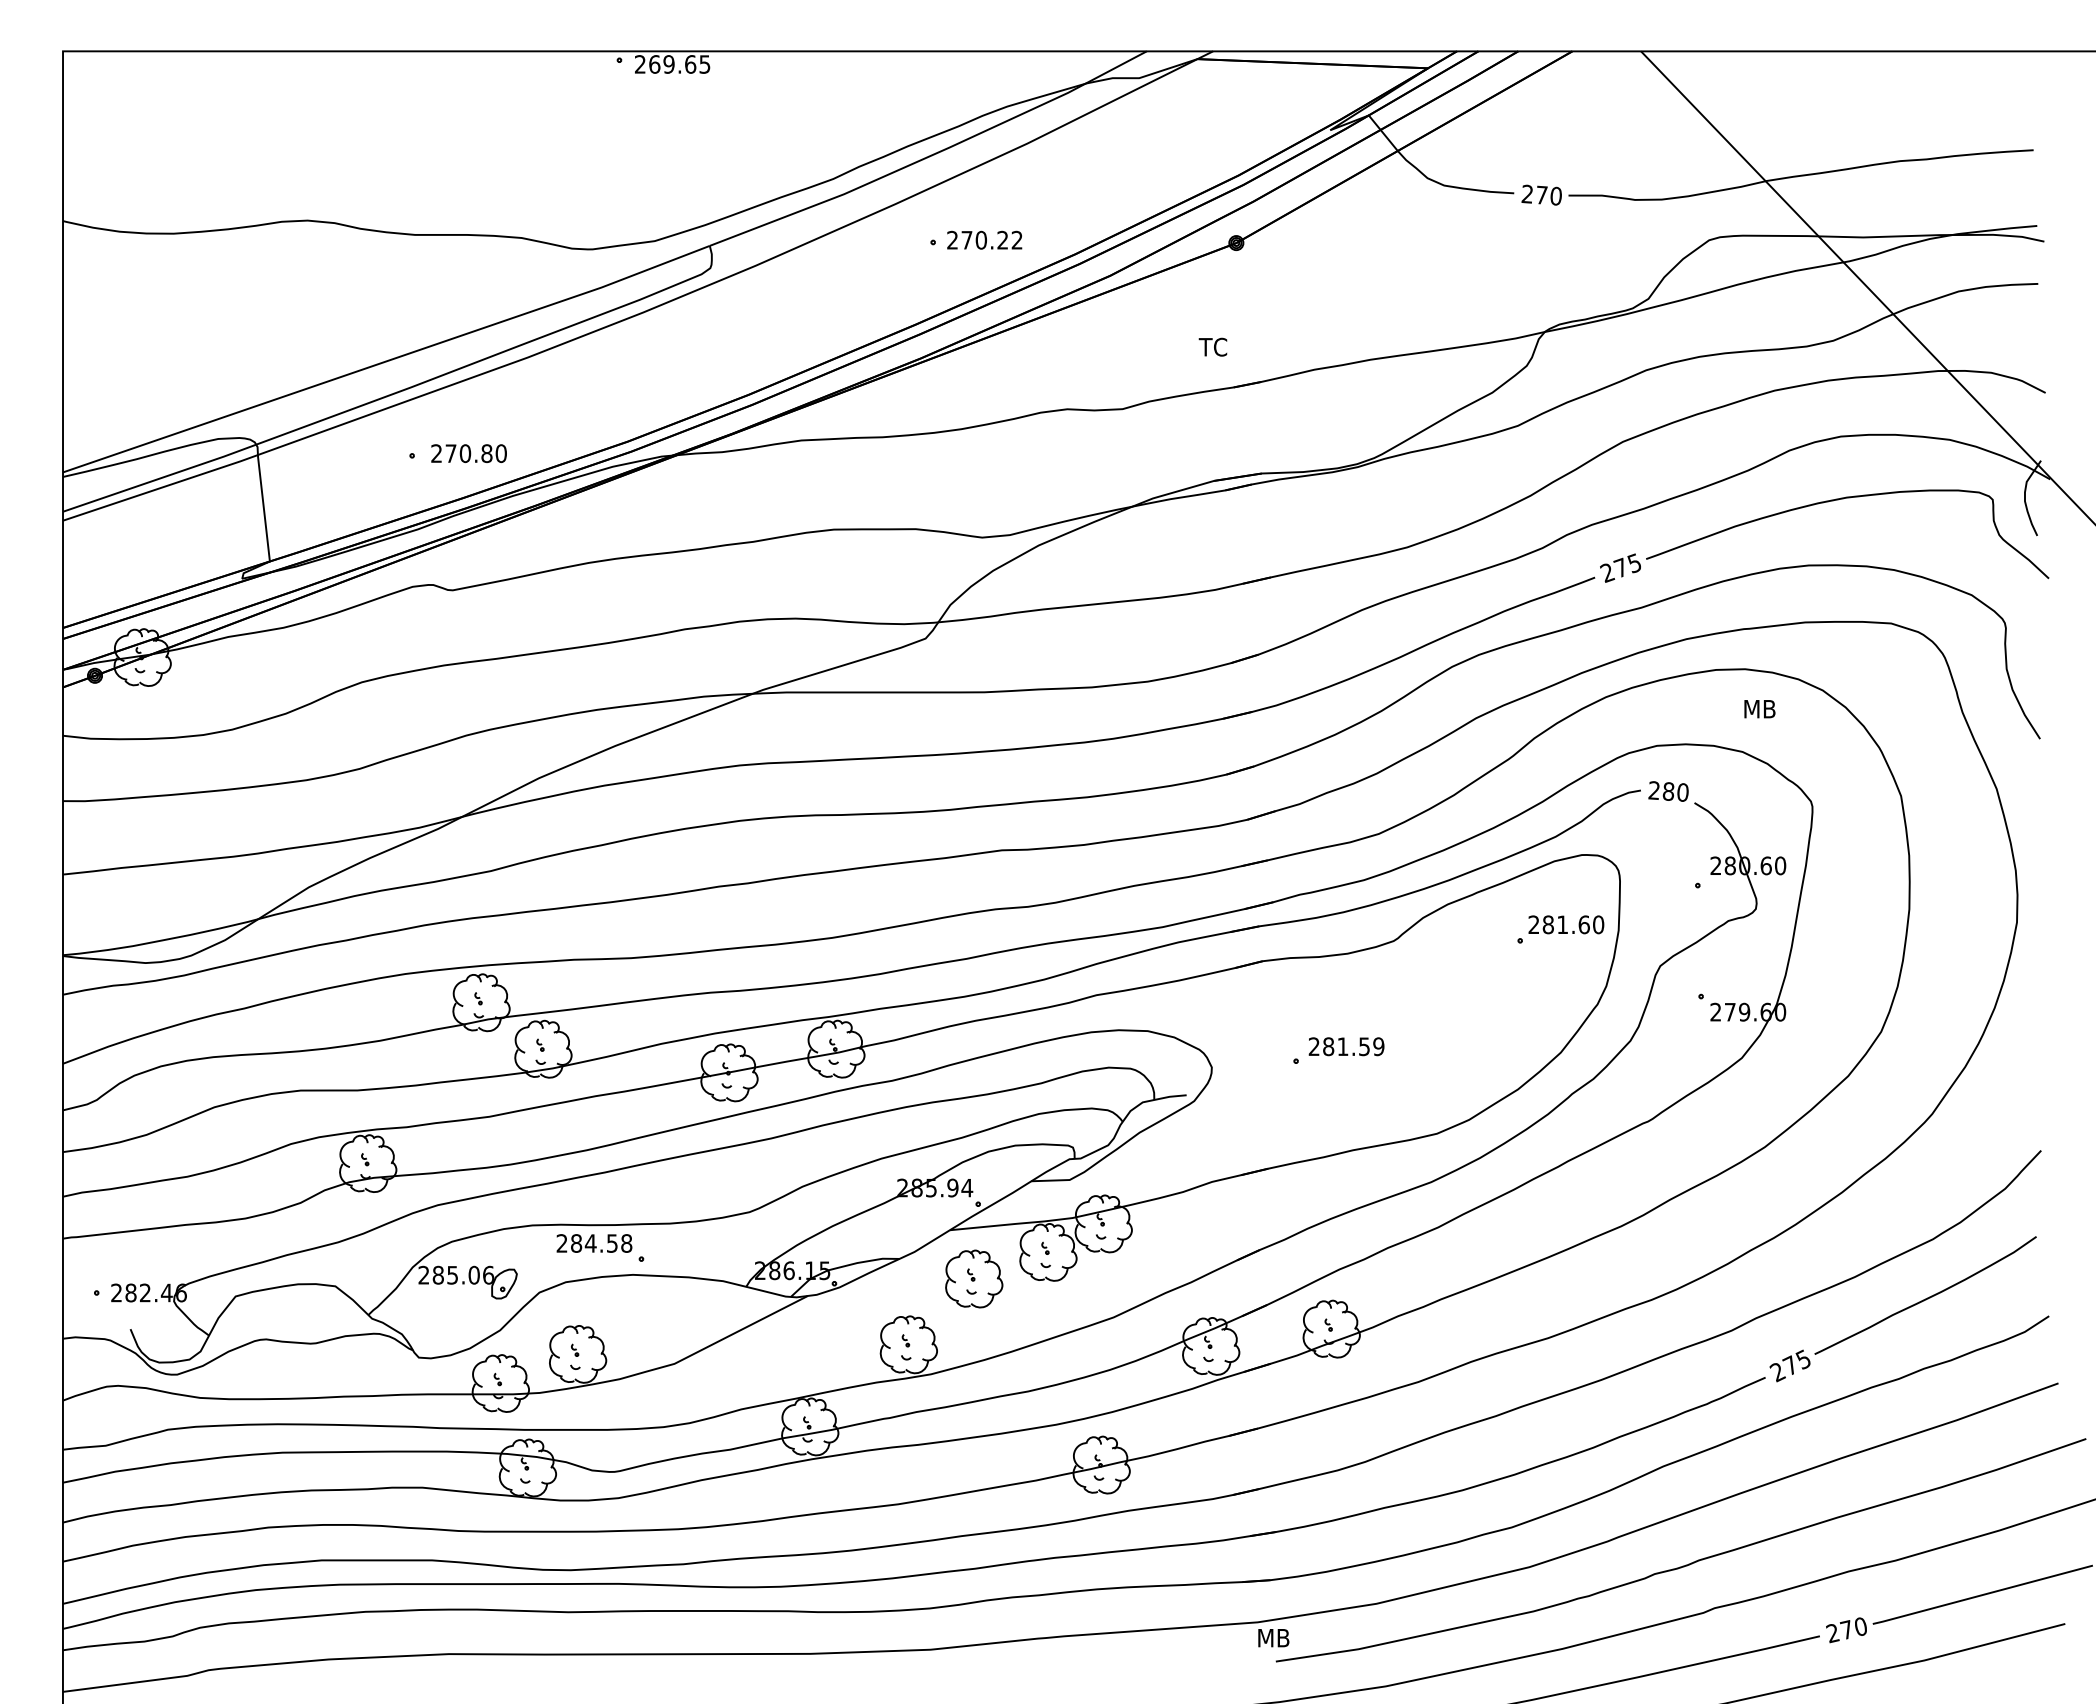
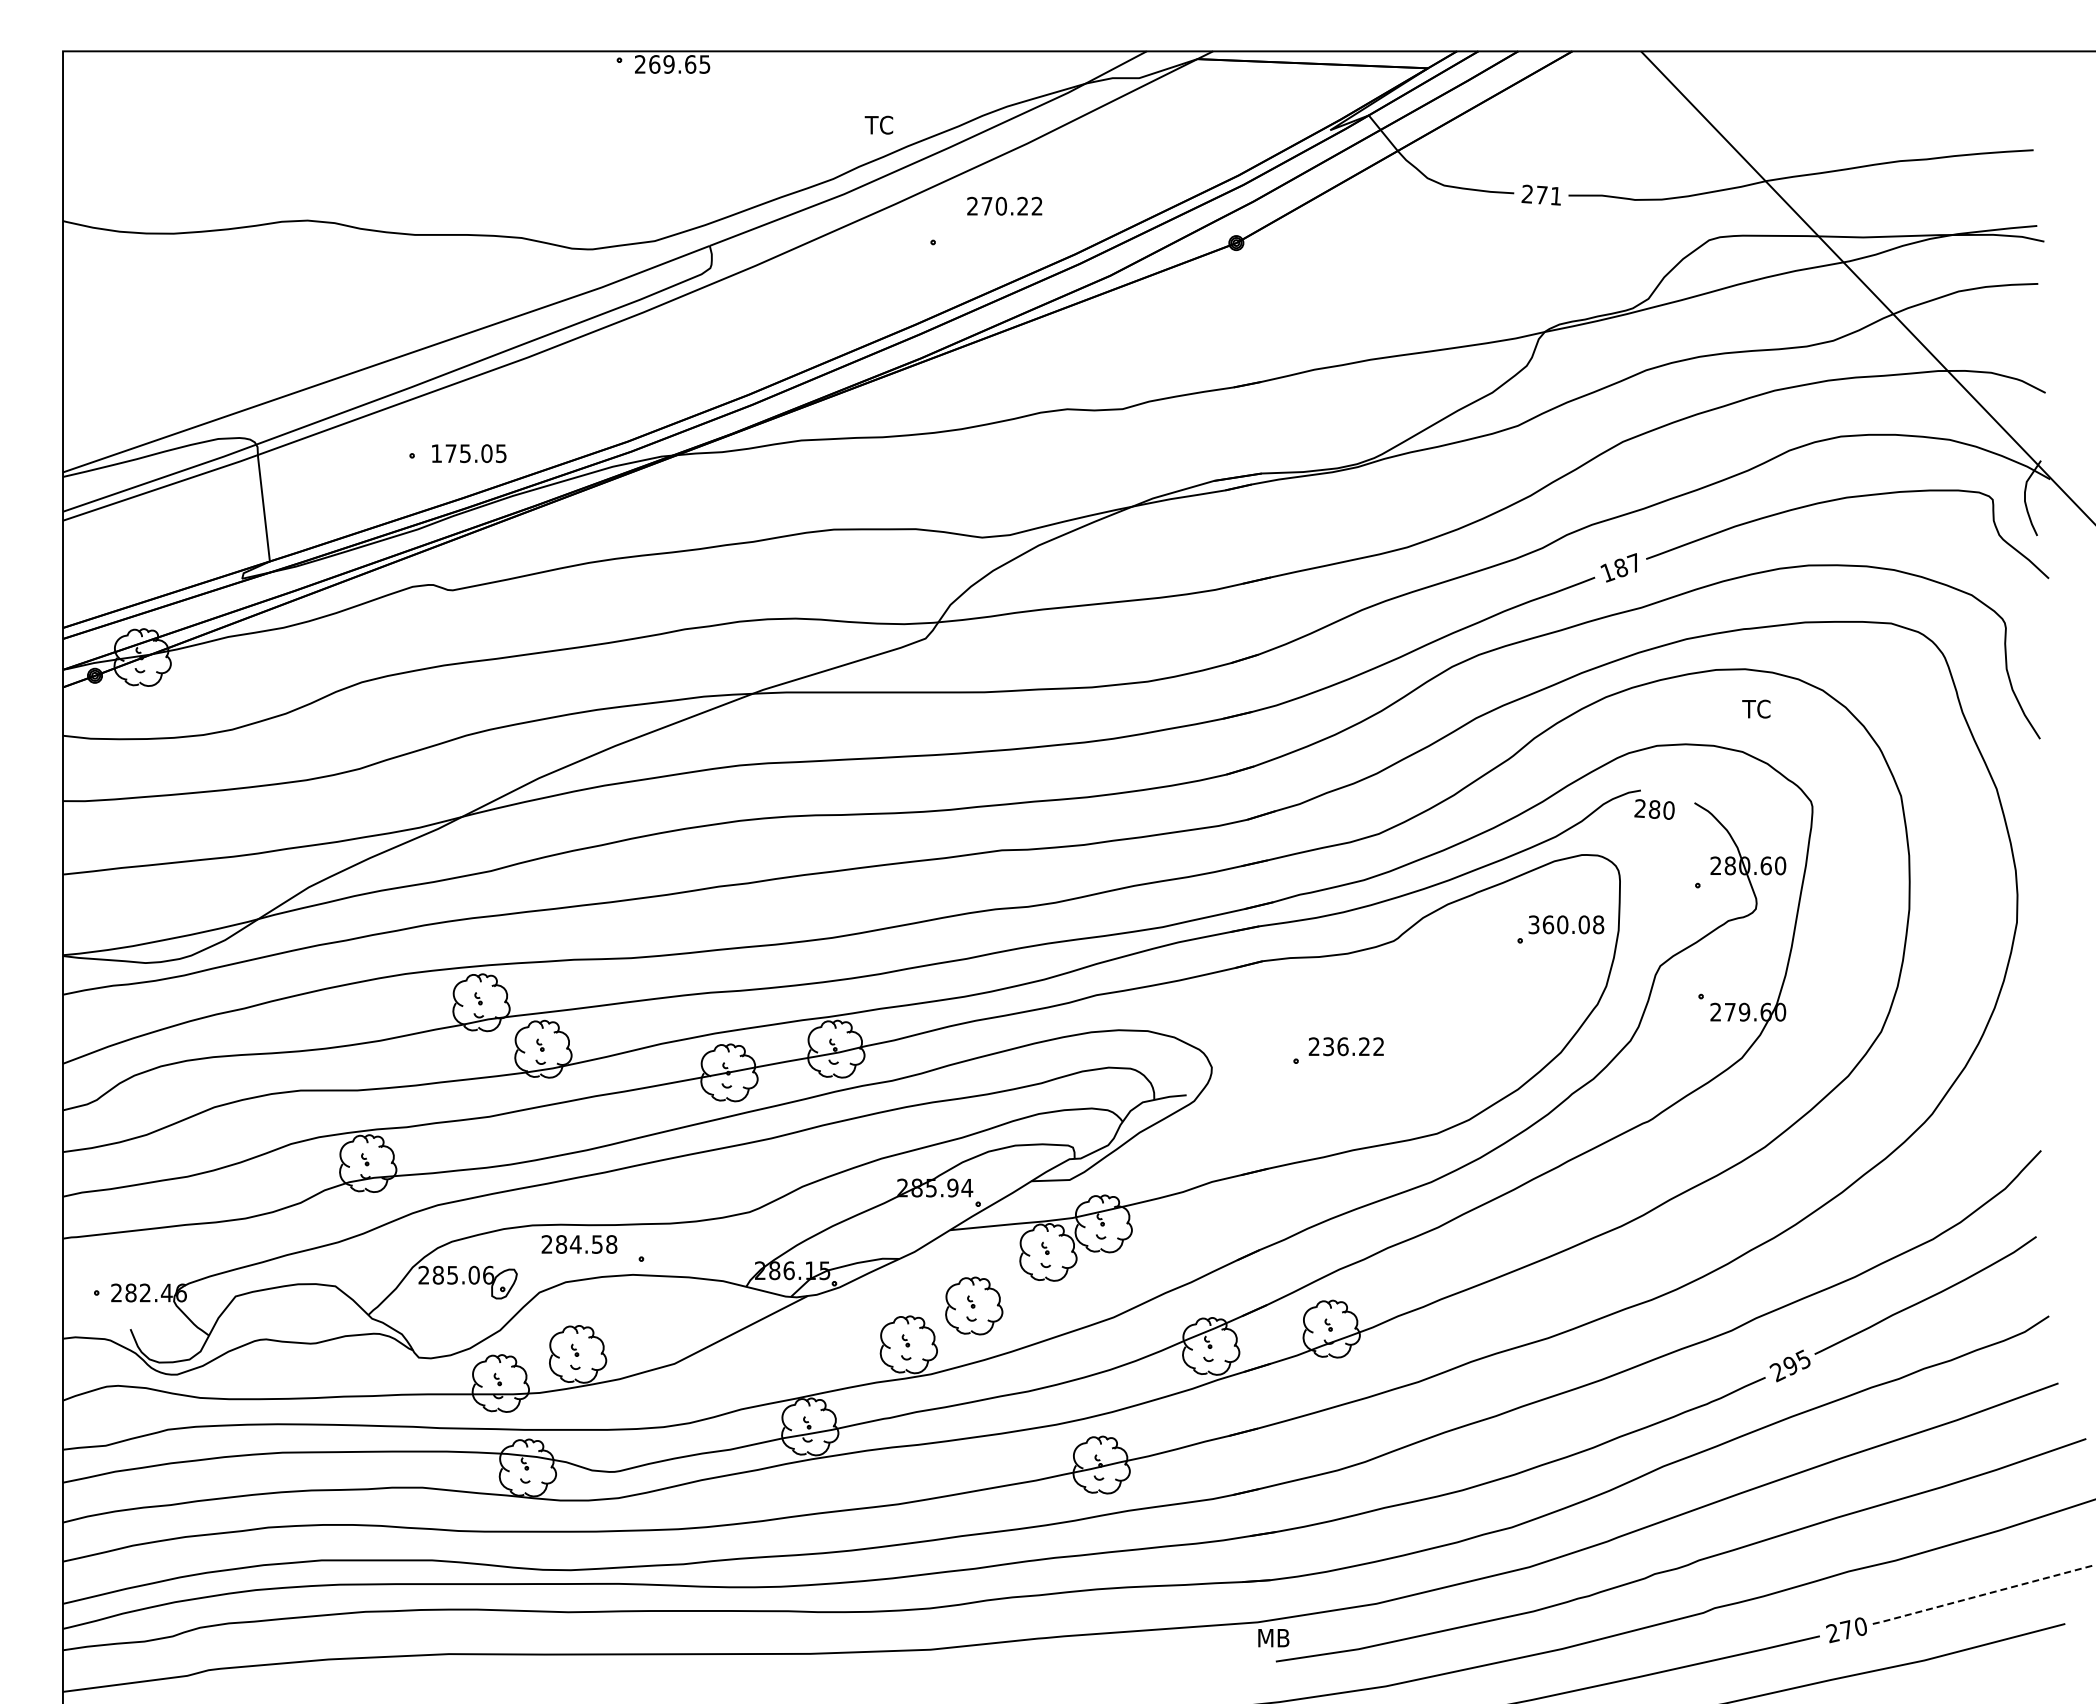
text at (1555, 195): 270 -> 271
text at (984, 239) position: (984, 239) -> (1004, 205)
text at (1212, 346) position: (1212, 346) -> (878, 124)
text at (468, 453): 270.80 -> 175.05
text at (1620, 567): 275 -> 187
text at (1758, 708): MB -> TC
text at (1668, 791) position: (1668, 791) -> (1654, 809)
text at (1566, 924): 281.60 -> 360.08
text at (1353, 1046): 281.59 -> 236.22
text at (594, 1243) position: (594, 1243) -> (579, 1244)
part at (974, 1278) position: (974, 1278) -> (974, 1305)
text at (1789, 1365): 275 -> 295
line at (1982, 1595): solid -> dashed
